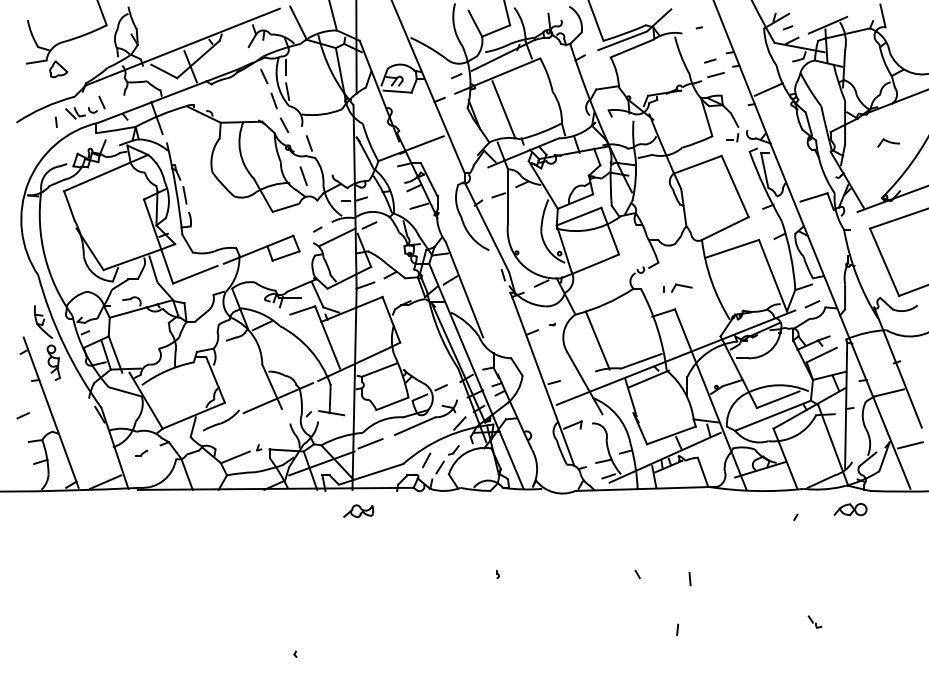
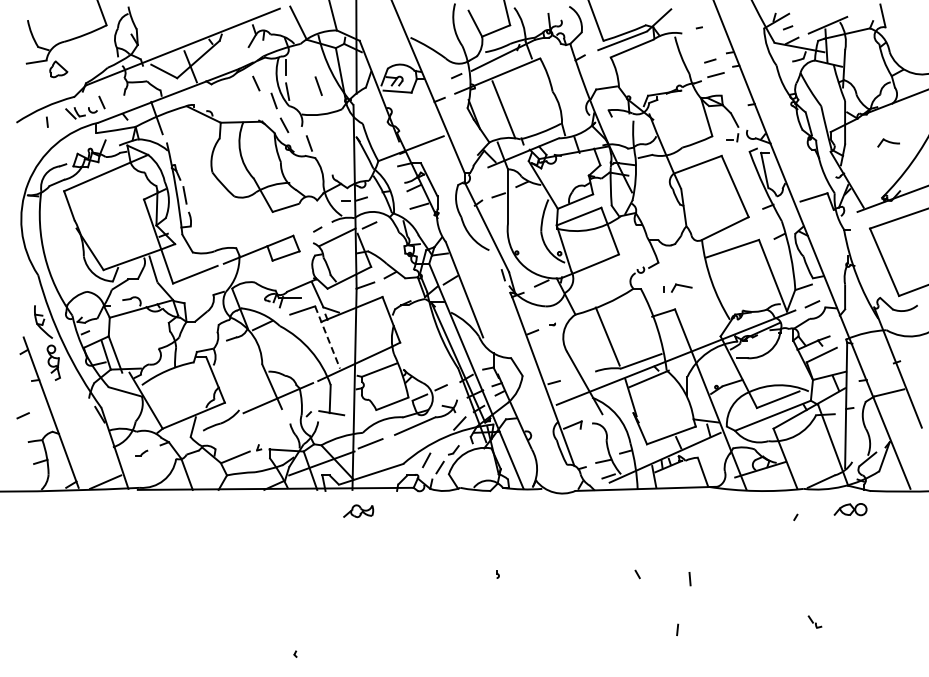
line at (264, 76) position: (264, 76) -> (256, 83)
line at (768, 89): present -> none
line at (56, 121) position: (56, 121) -> (47, 121)
line at (303, 175) position: (303, 175) -> (318, 85)
line at (327, 337): solid -> dashed
line at (597, 340) position: (597, 340) -> (607, 336)
line at (910, 445): present -> none
